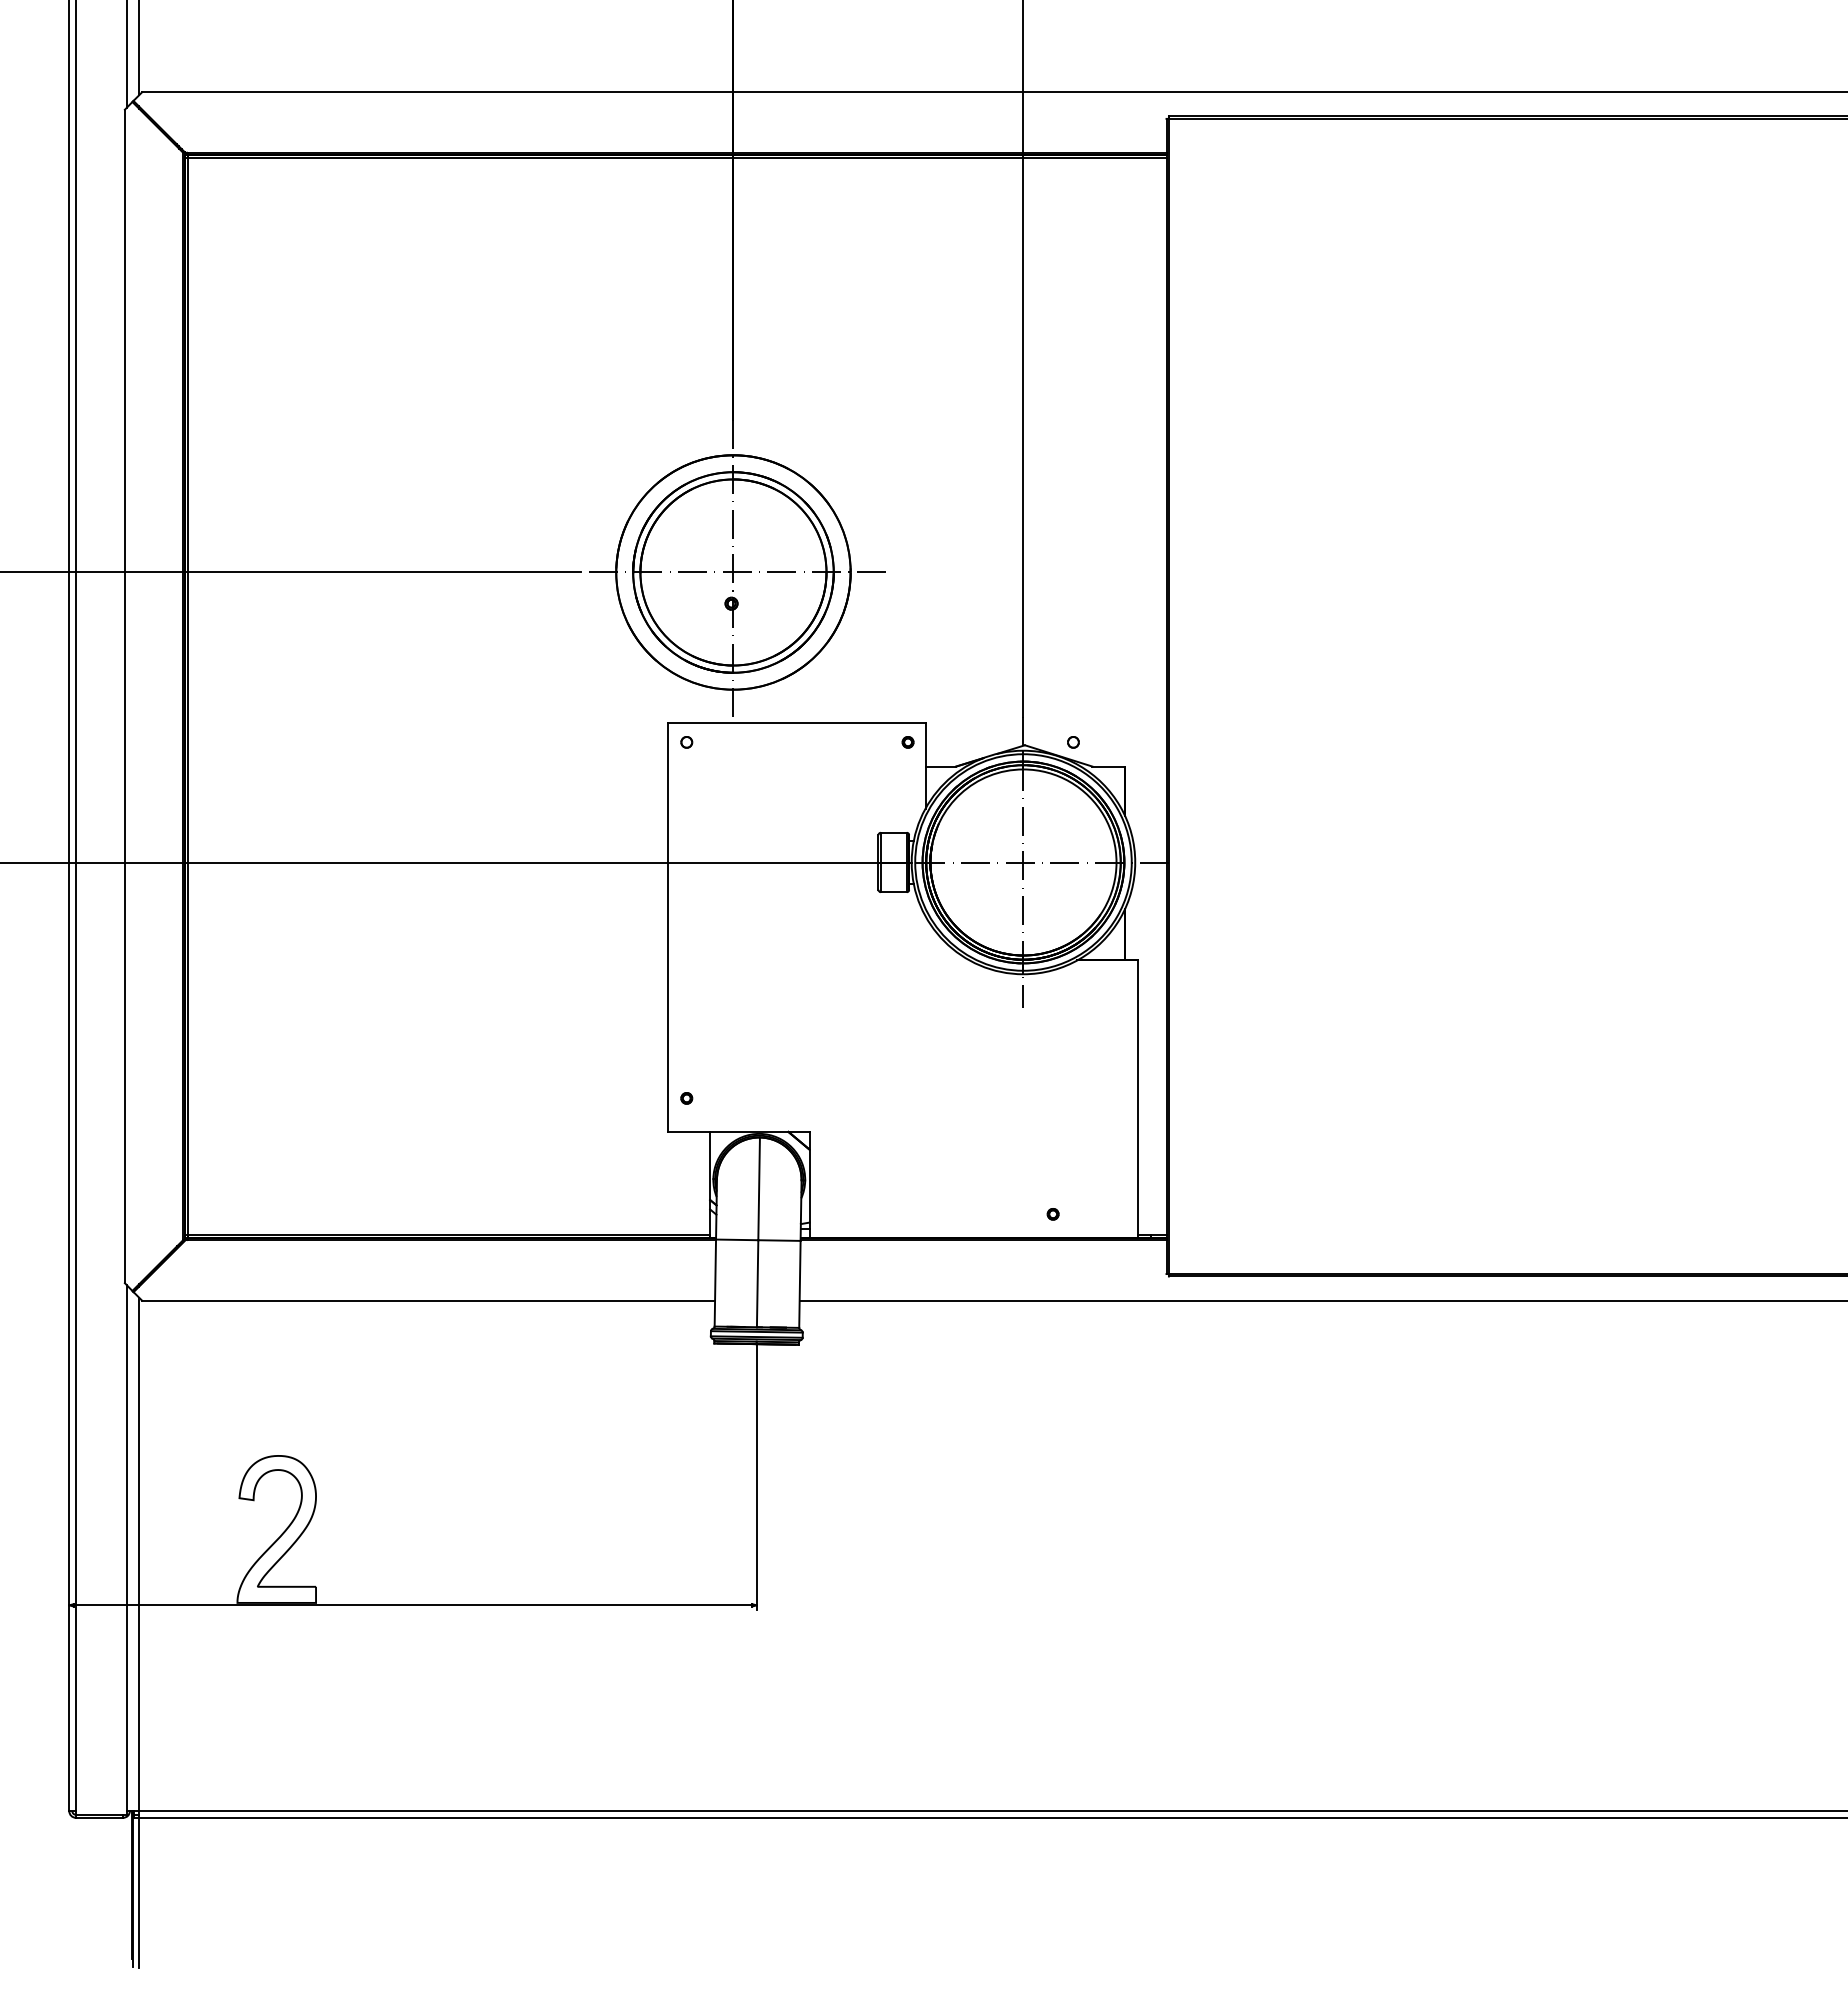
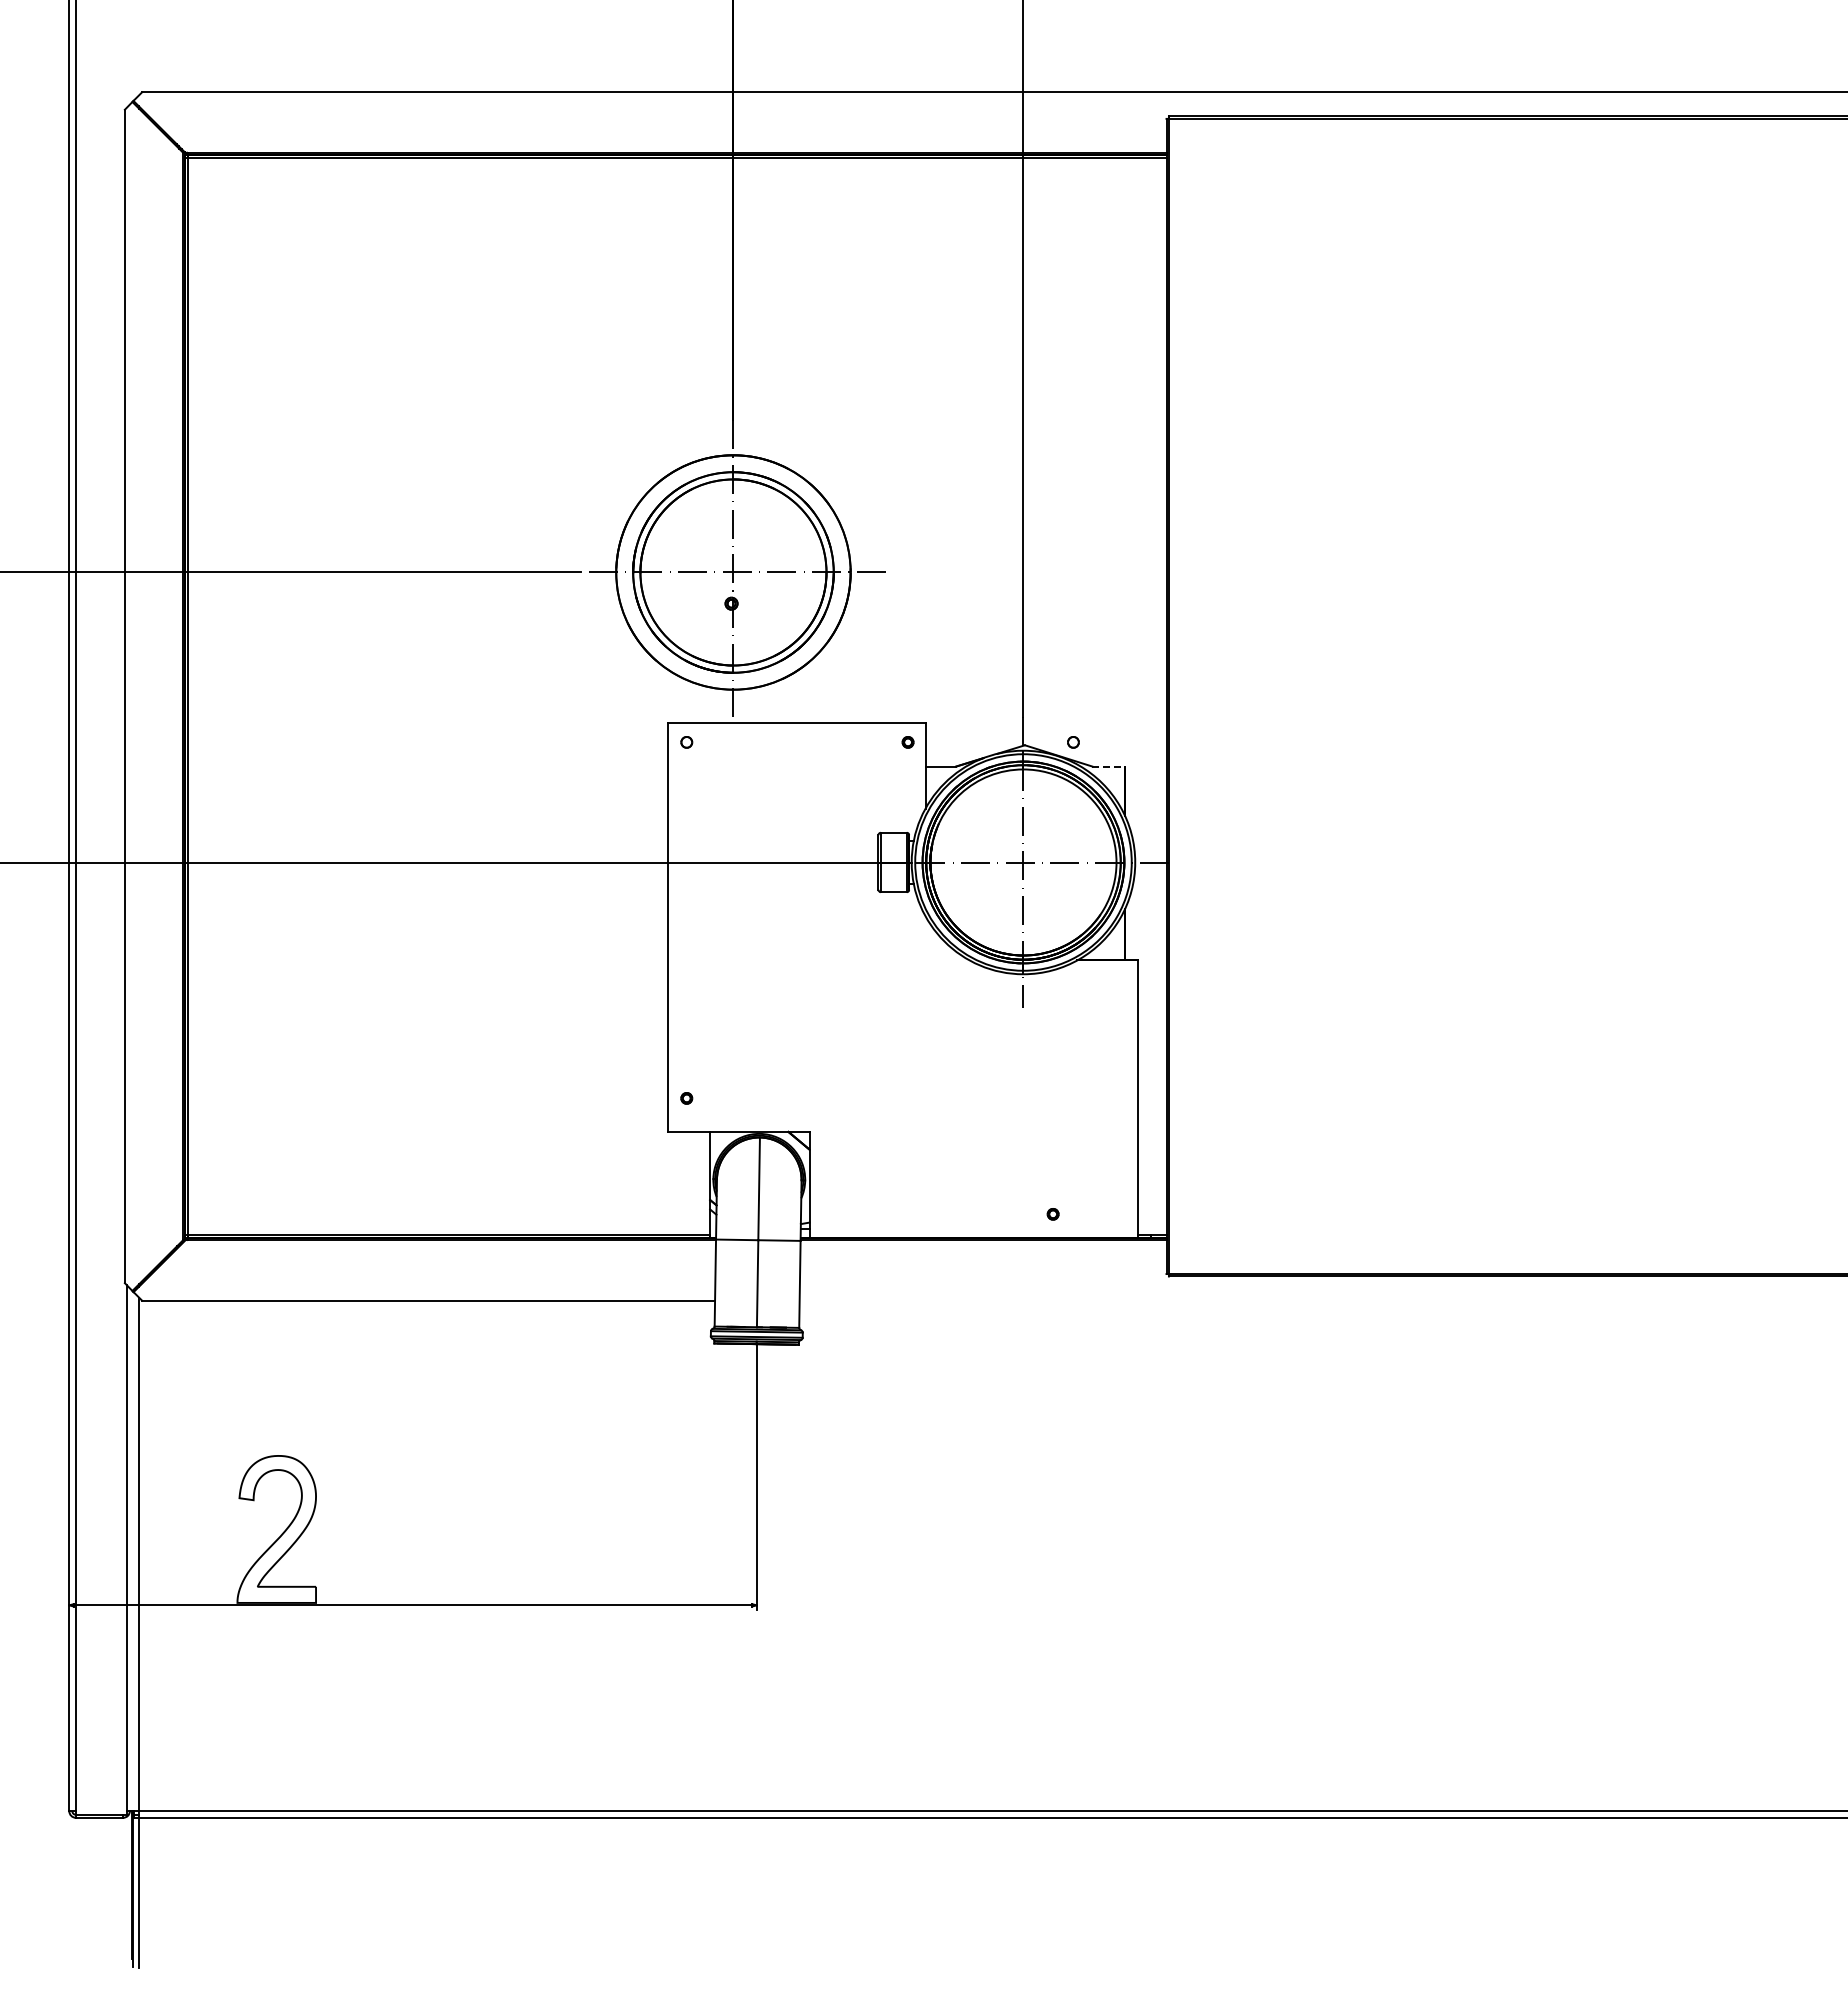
line at (139, 48): present -> none
line at (126, 54): present -> none
line at (1109, 766): solid -> dashed
line at (1321, 1300): present -> none
